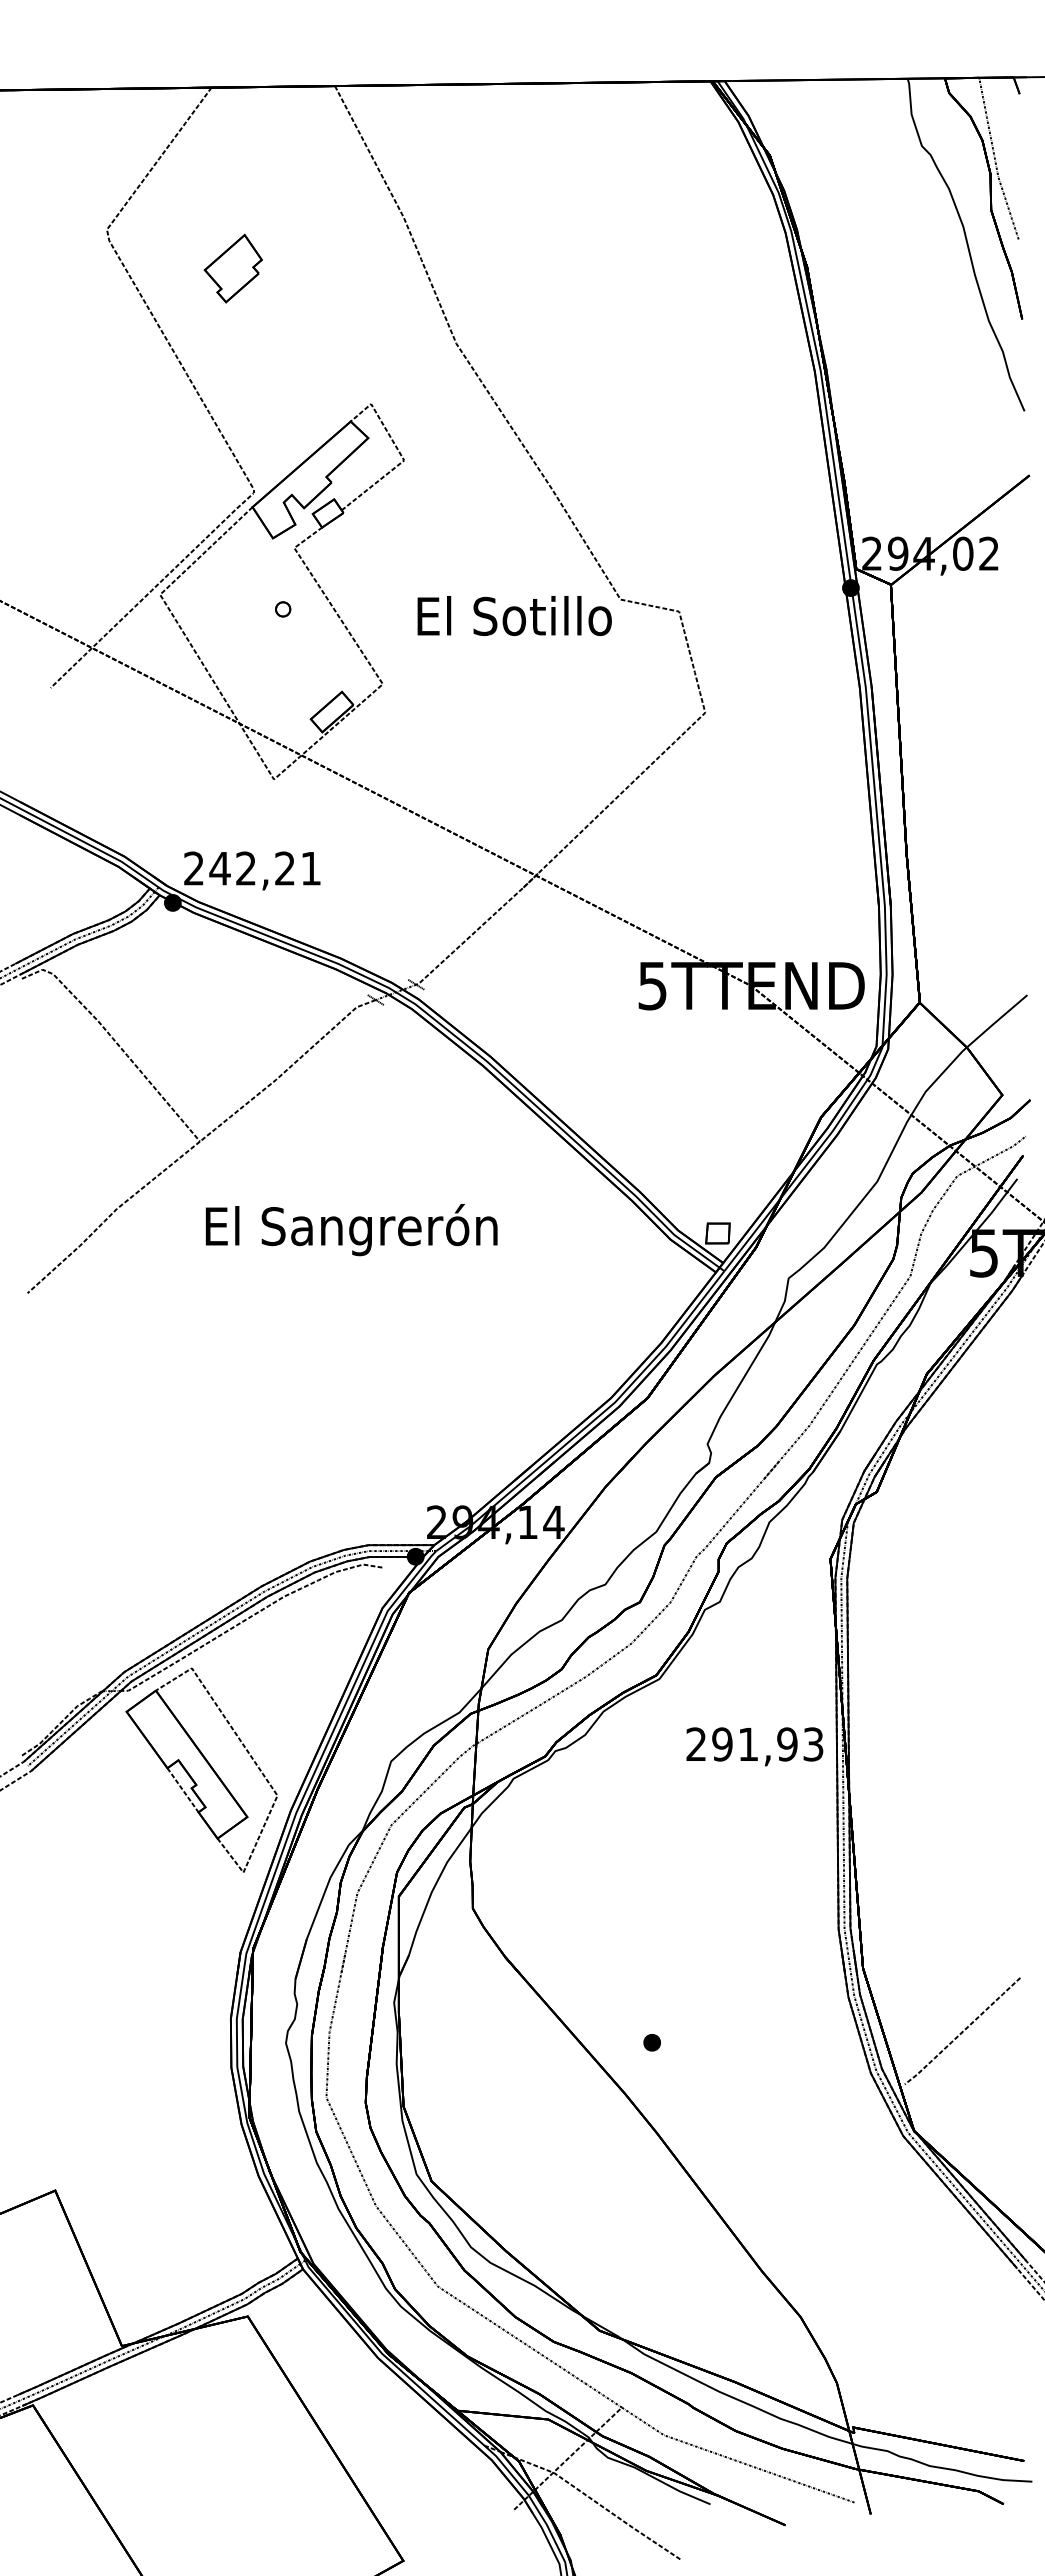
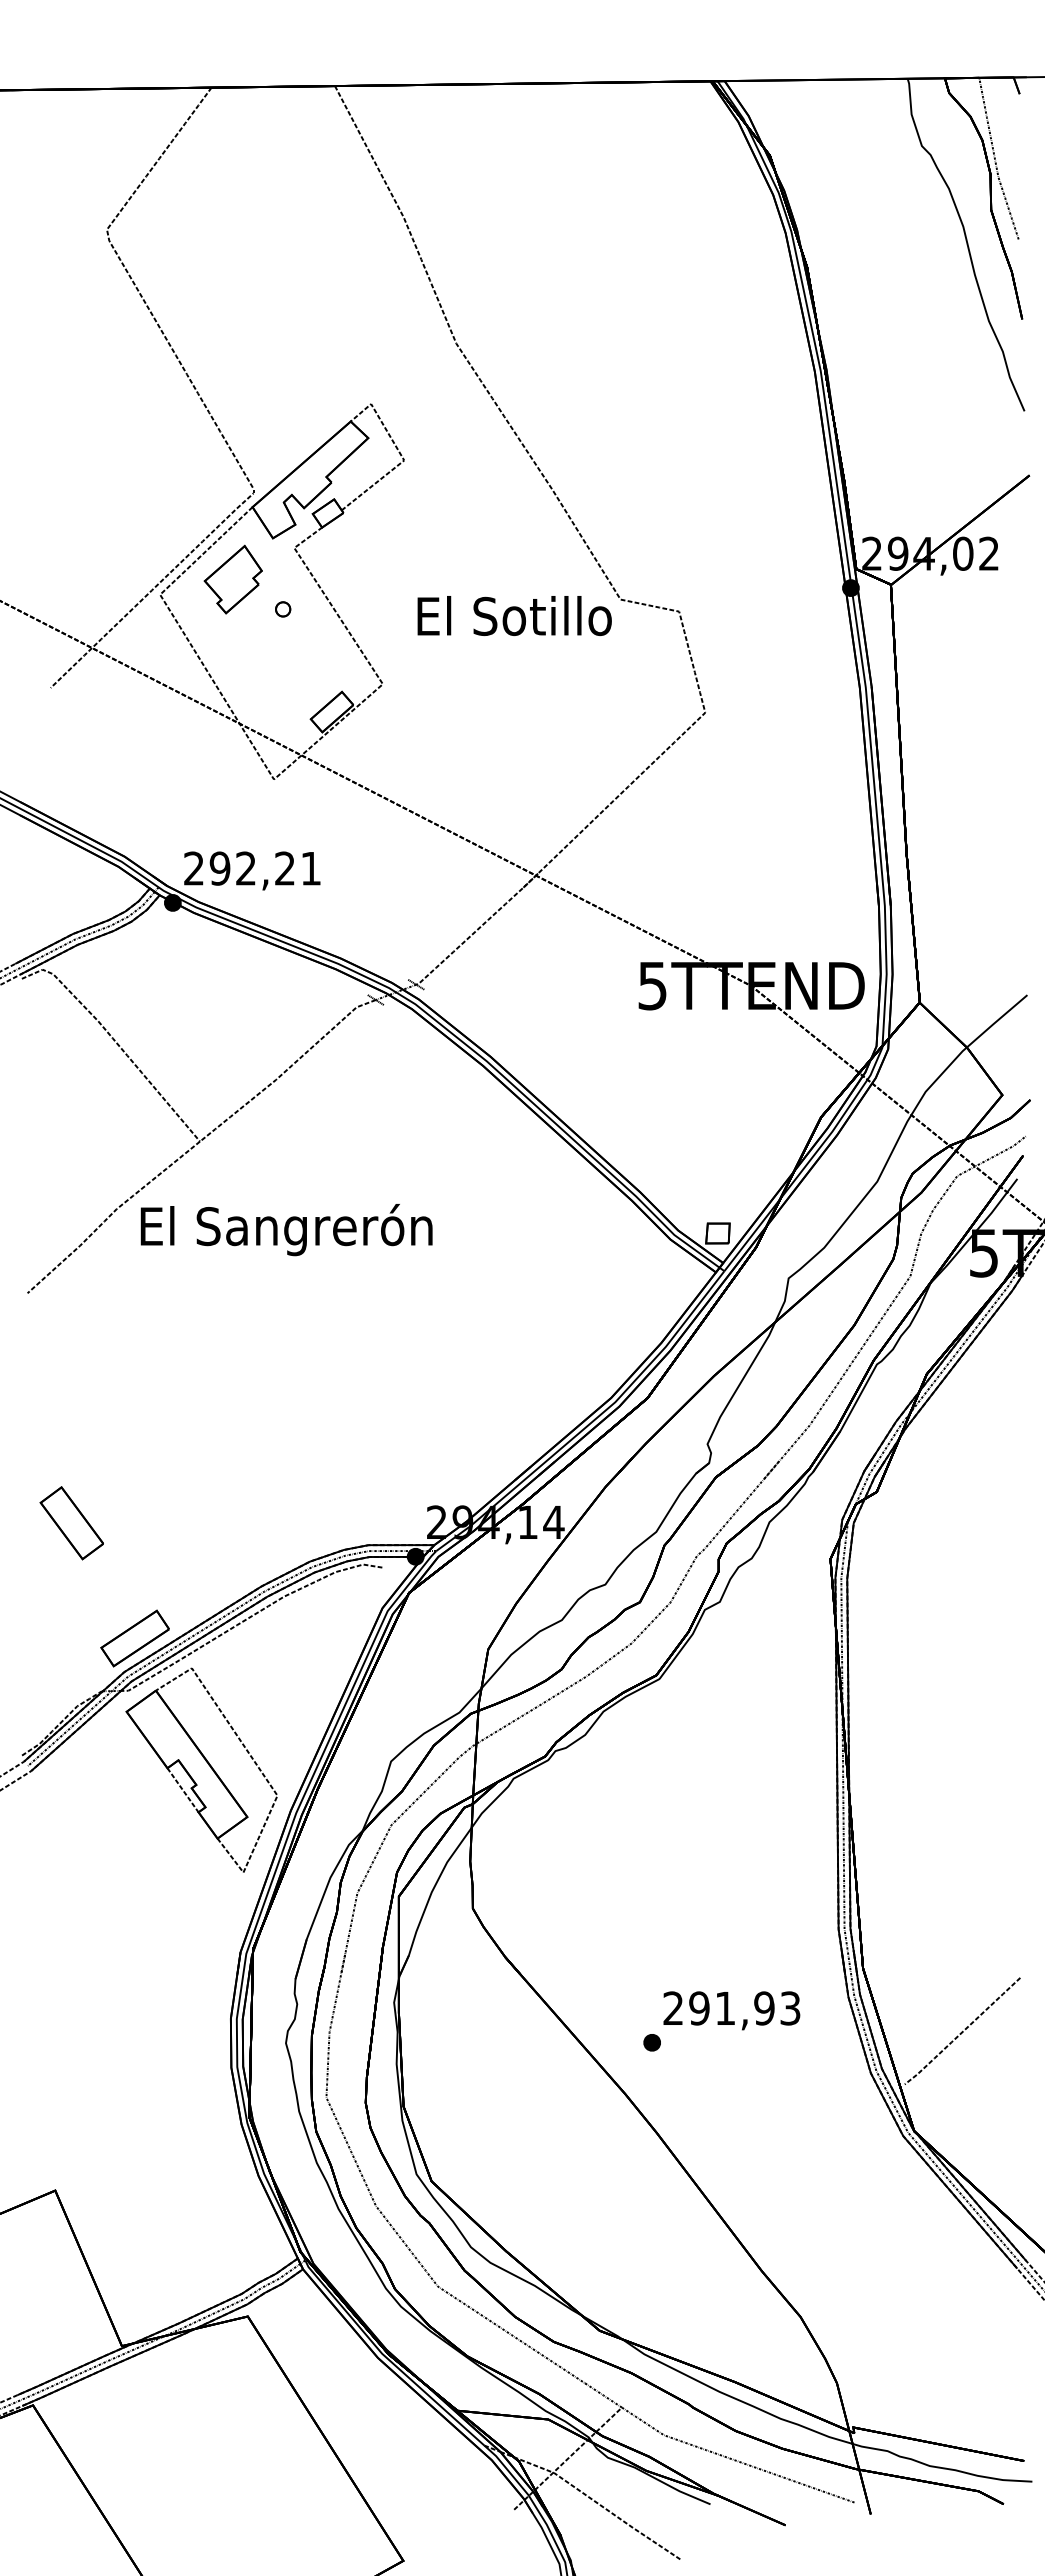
part at (232, 268) position: (232, 268) -> (232, 579)
text at (219, 868): 242,21 -> 292,21
text at (351, 1230) position: (351, 1230) -> (286, 1230)
part at (71, 1523): none -> present
part at (134, 1638): none -> present
text at (754, 1746) position: (754, 1746) -> (731, 2010)
